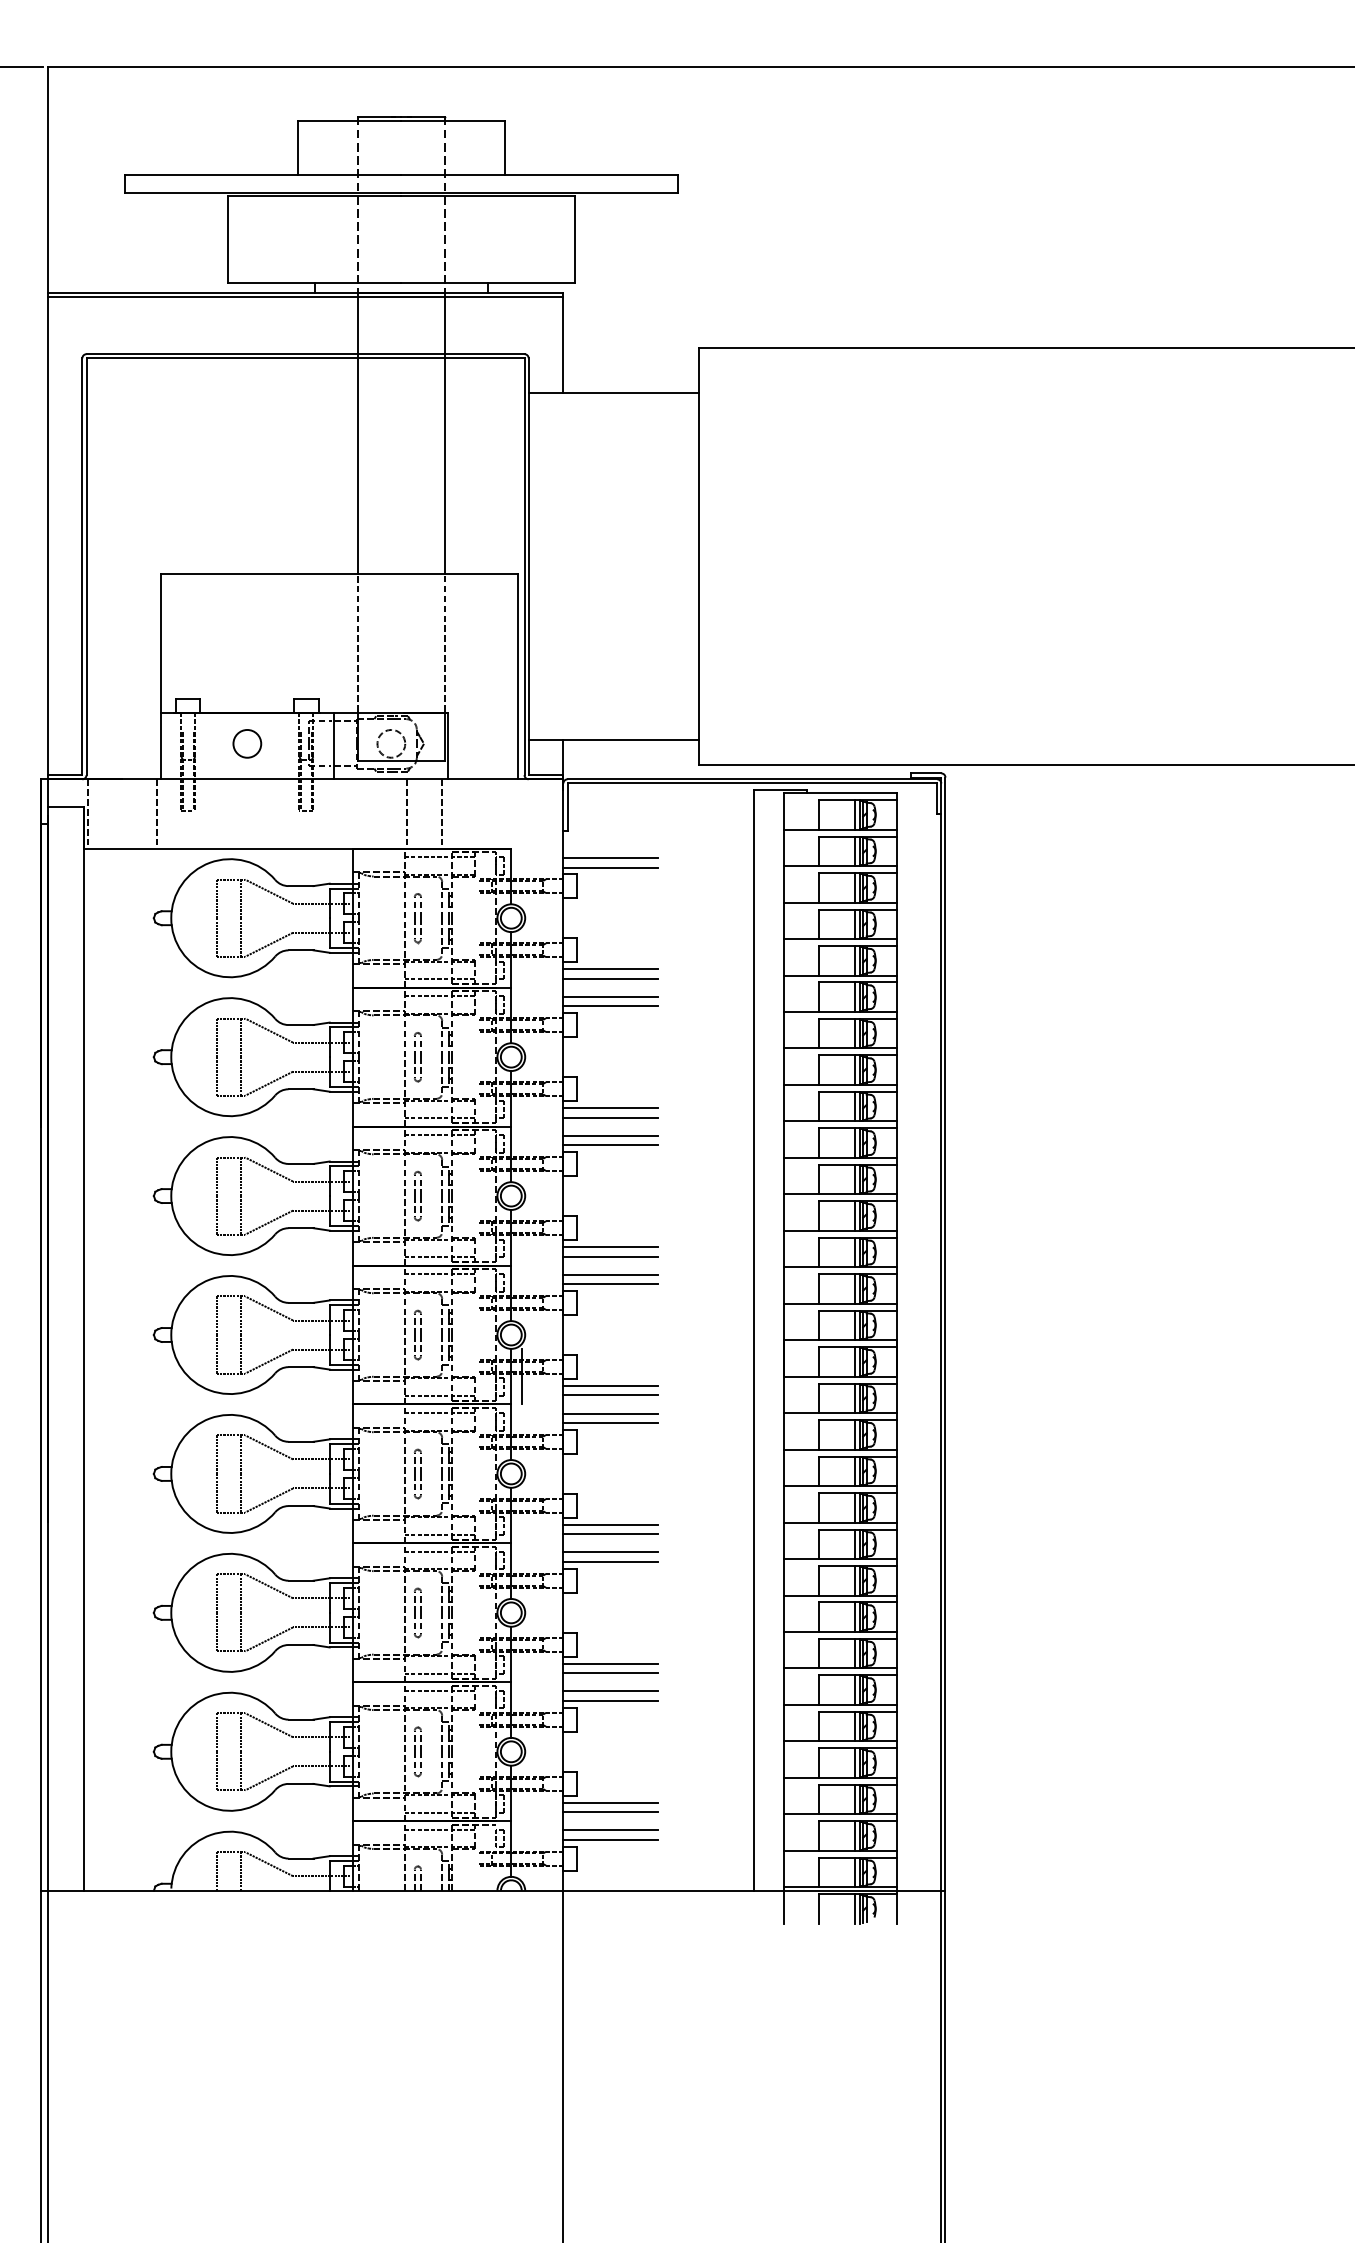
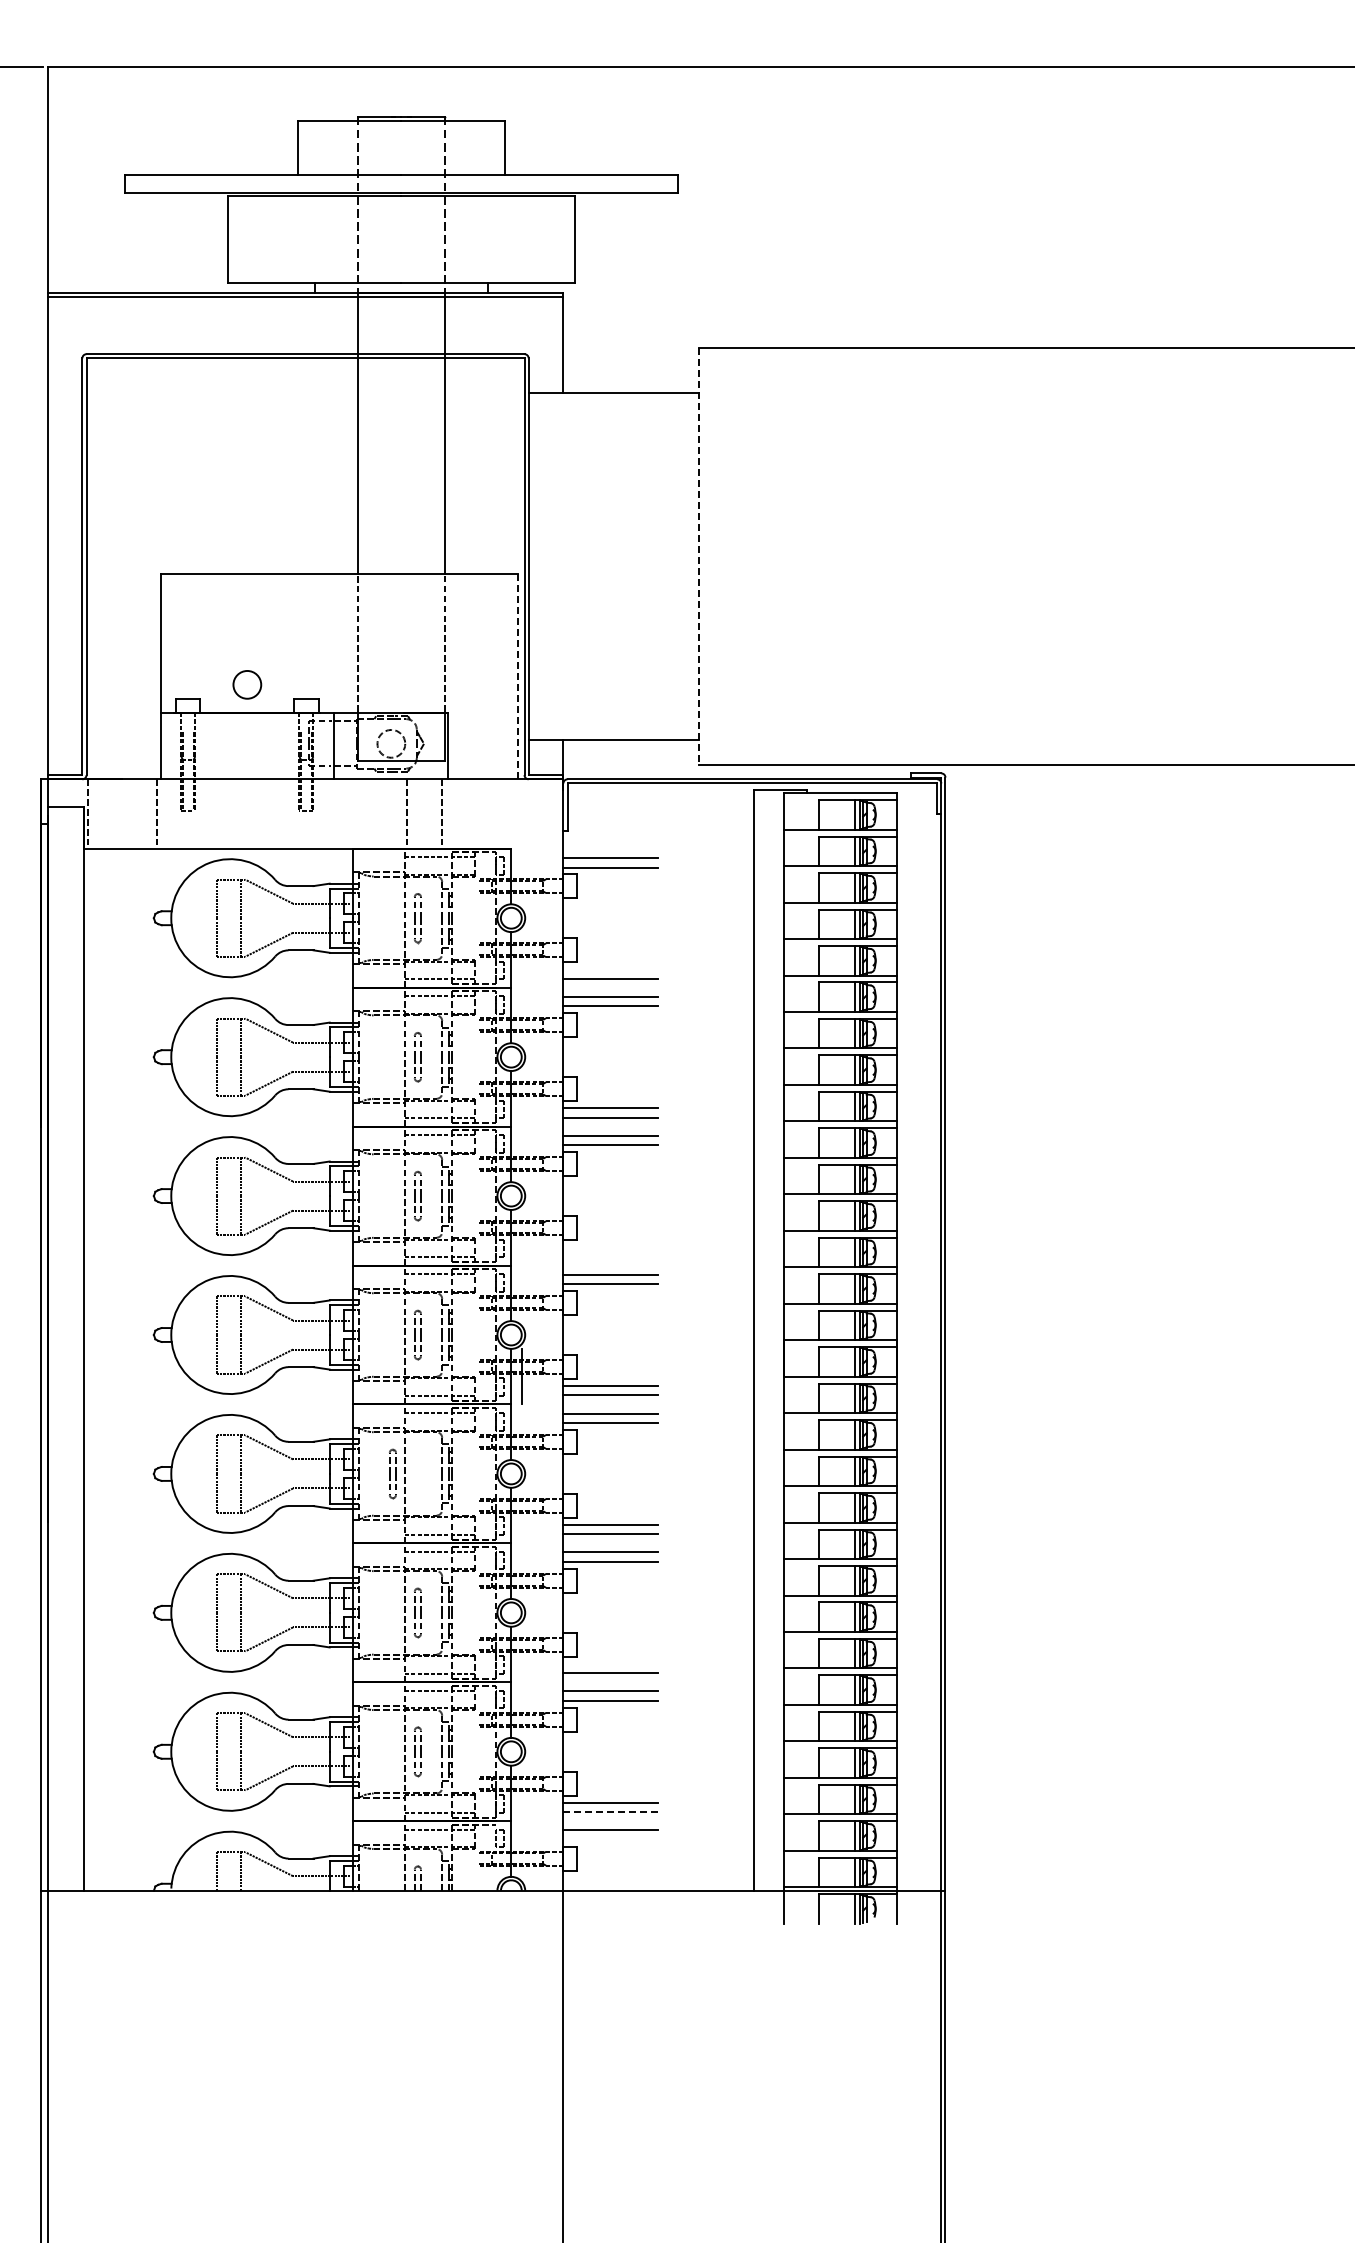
line at (698, 556): solid -> dashed
line at (517, 676): solid -> dashed
circle at (247, 743) position: (247, 743) -> (247, 684)
line at (610, 968): present -> none
line at (610, 1246): present -> none
line at (610, 1256): present -> none
part at (417, 1473) position: (417, 1473) -> (392, 1473)
line at (610, 1663): present -> none
line at (611, 1812): solid -> dashed
line at (610, 1840): present -> none
